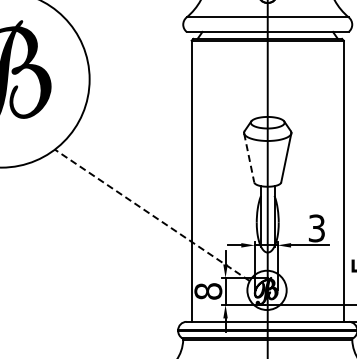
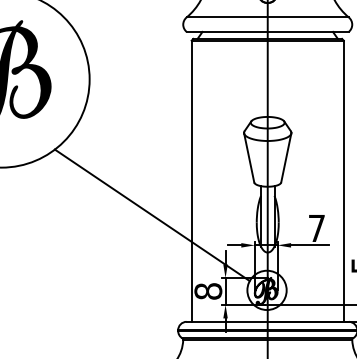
line at (249, 158): dashed -> solid
line at (152, 215): dashed -> solid
text at (316, 228): 3 -> 7
